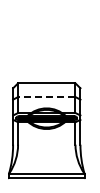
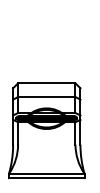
line at (46, 97): dashed -> solid
